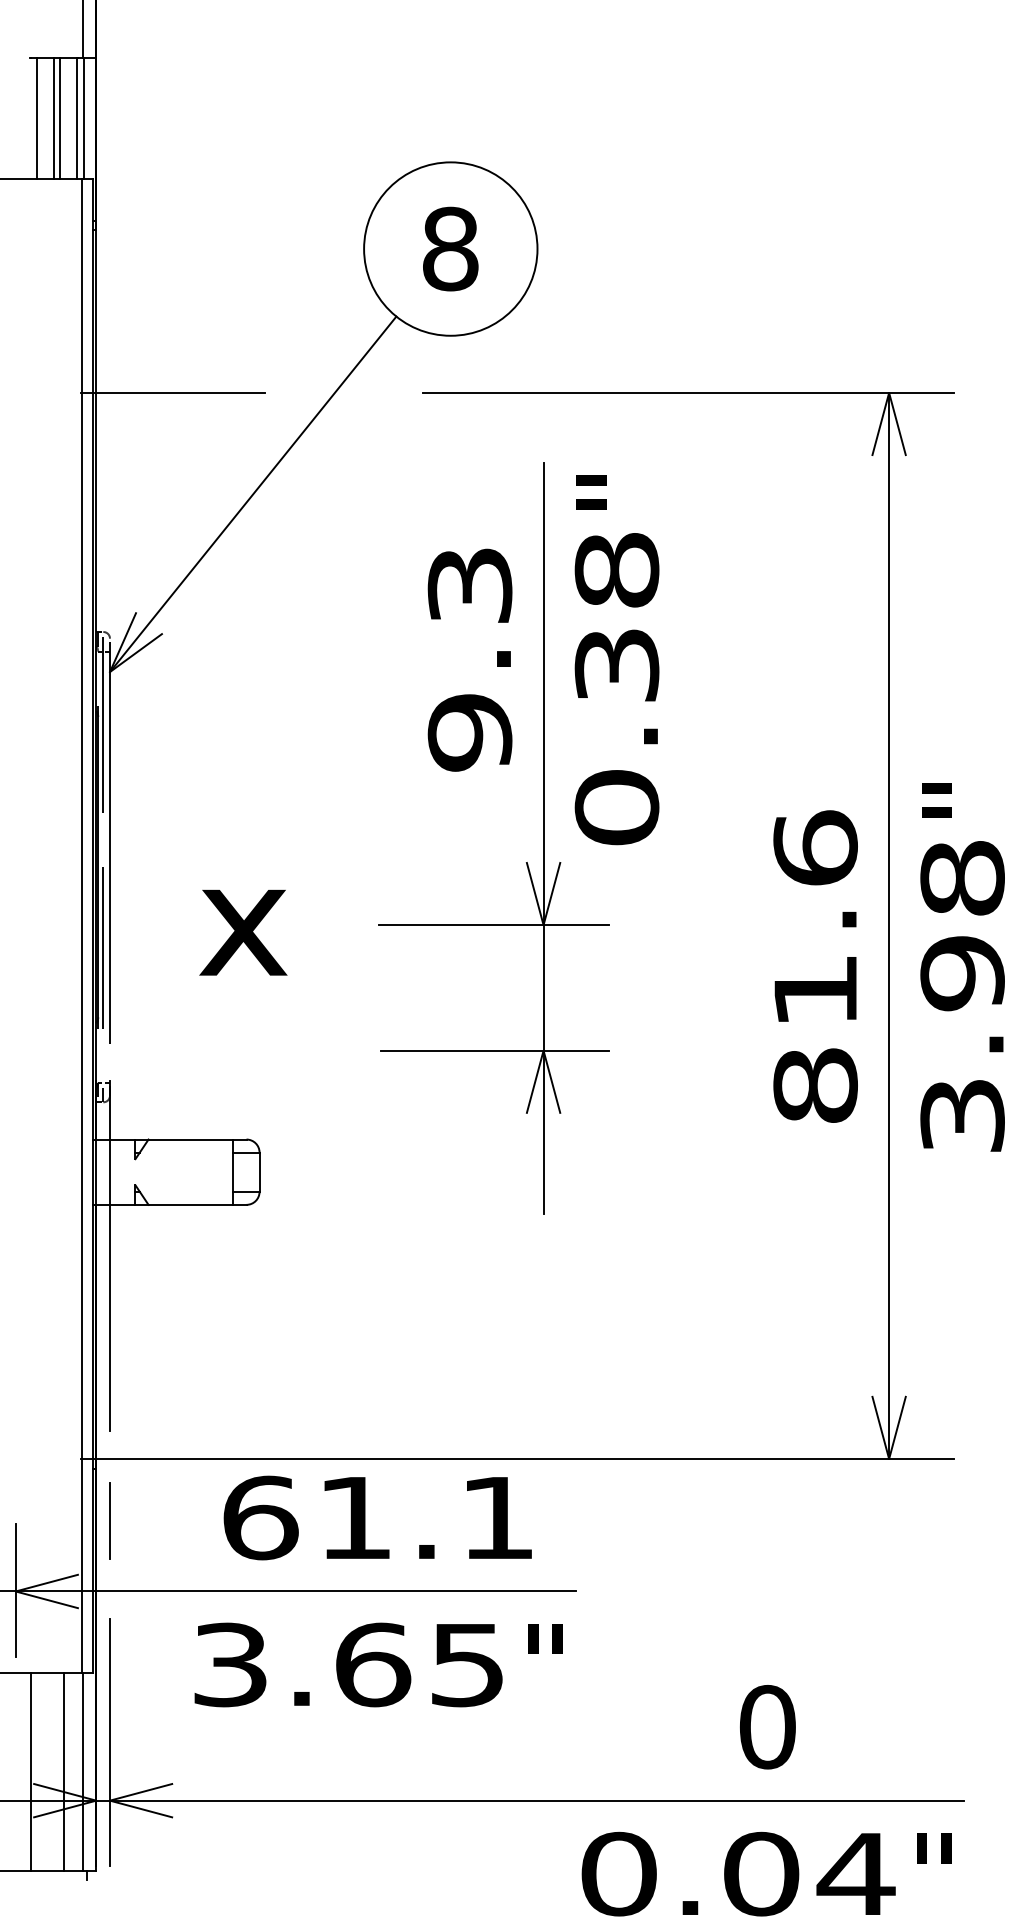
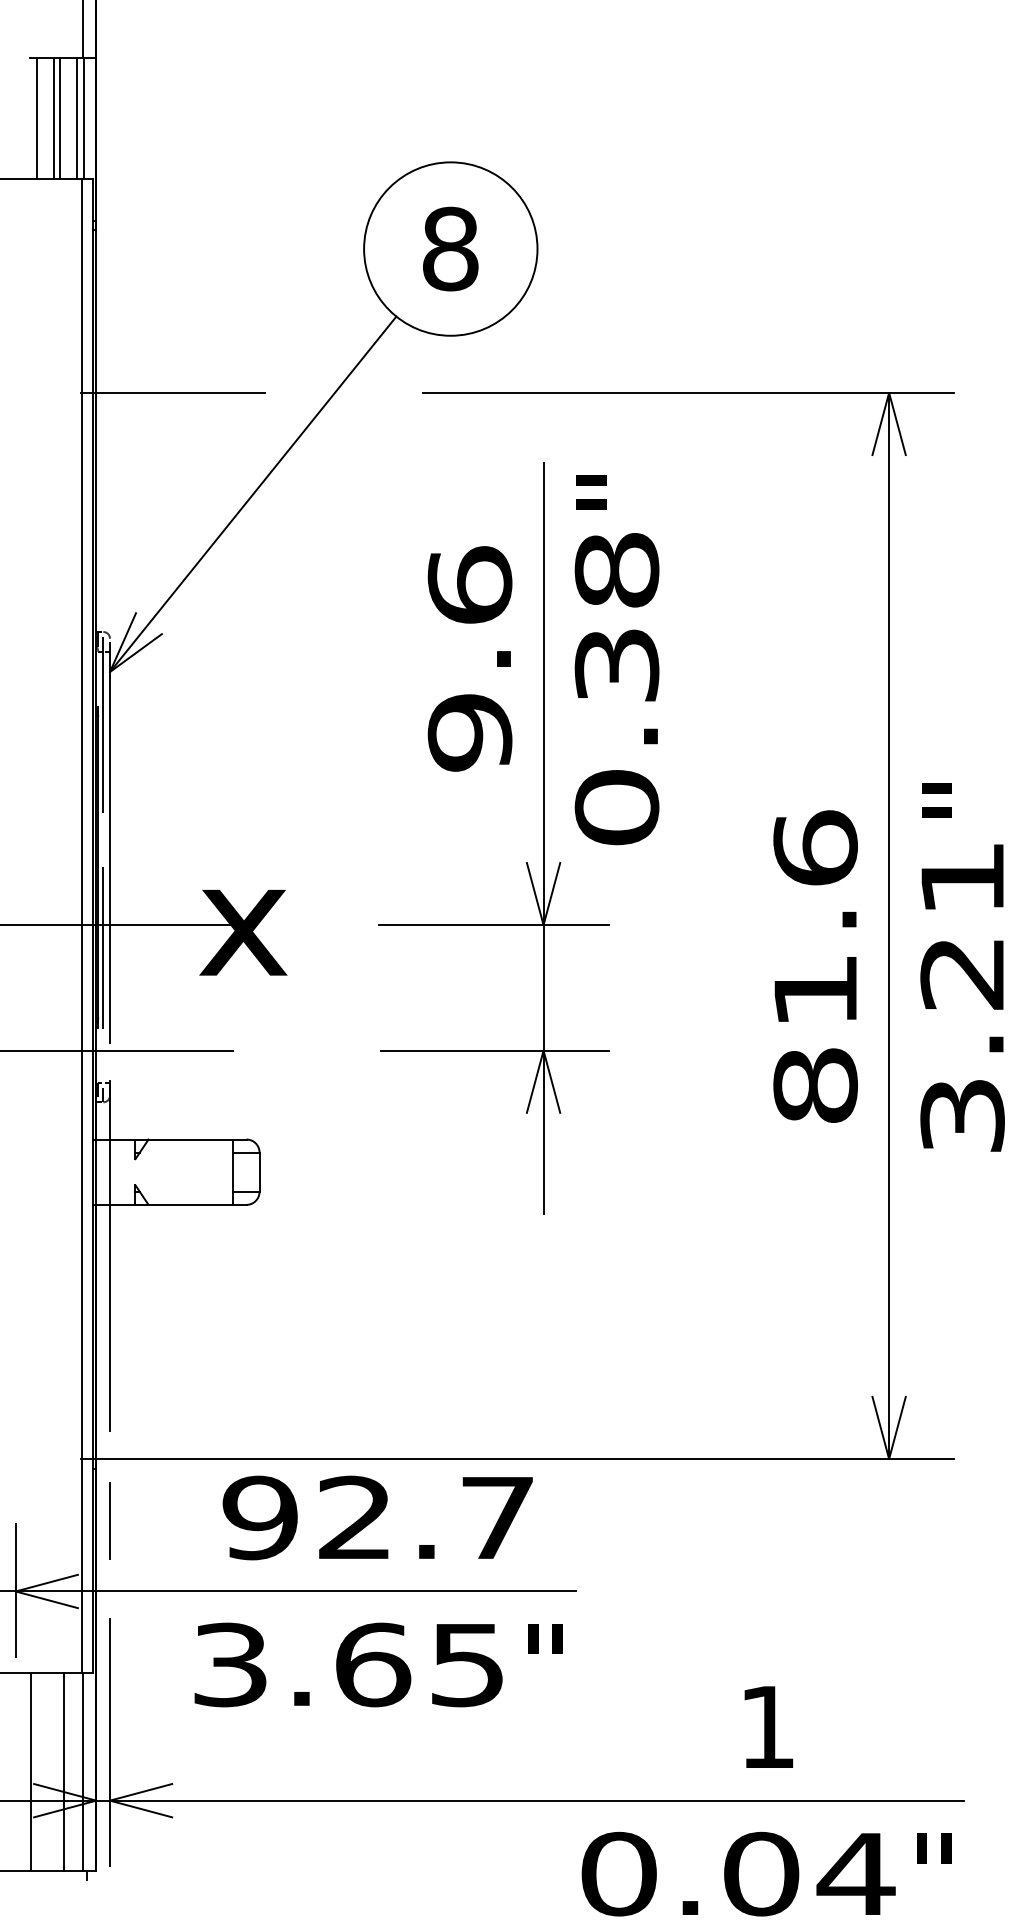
text at (469, 584): 9.3 -> 9.6
line at (116, 925): none -> present
text at (962, 926): 3.98 -> 3.21
line at (117, 1050): none -> present
text at (377, 1517): 61.1 -> 92.7
text at (767, 1727): 0 -> 1
